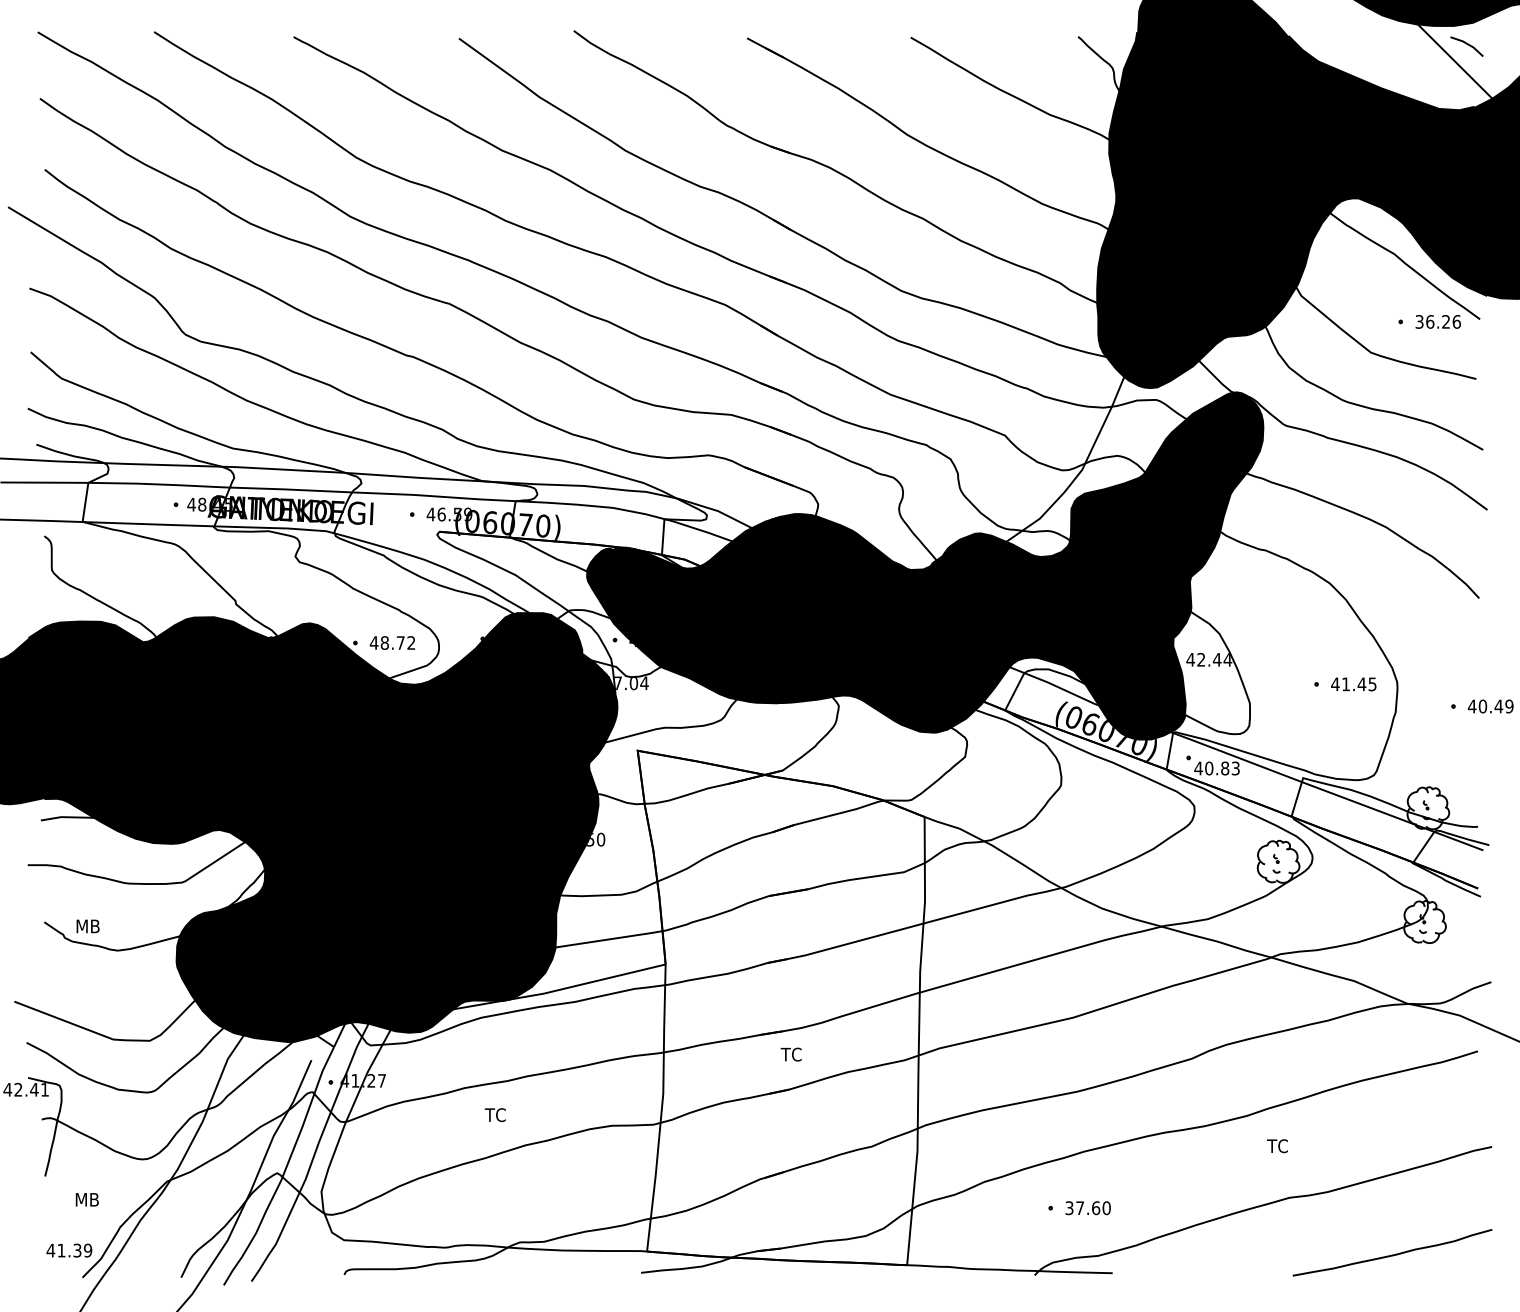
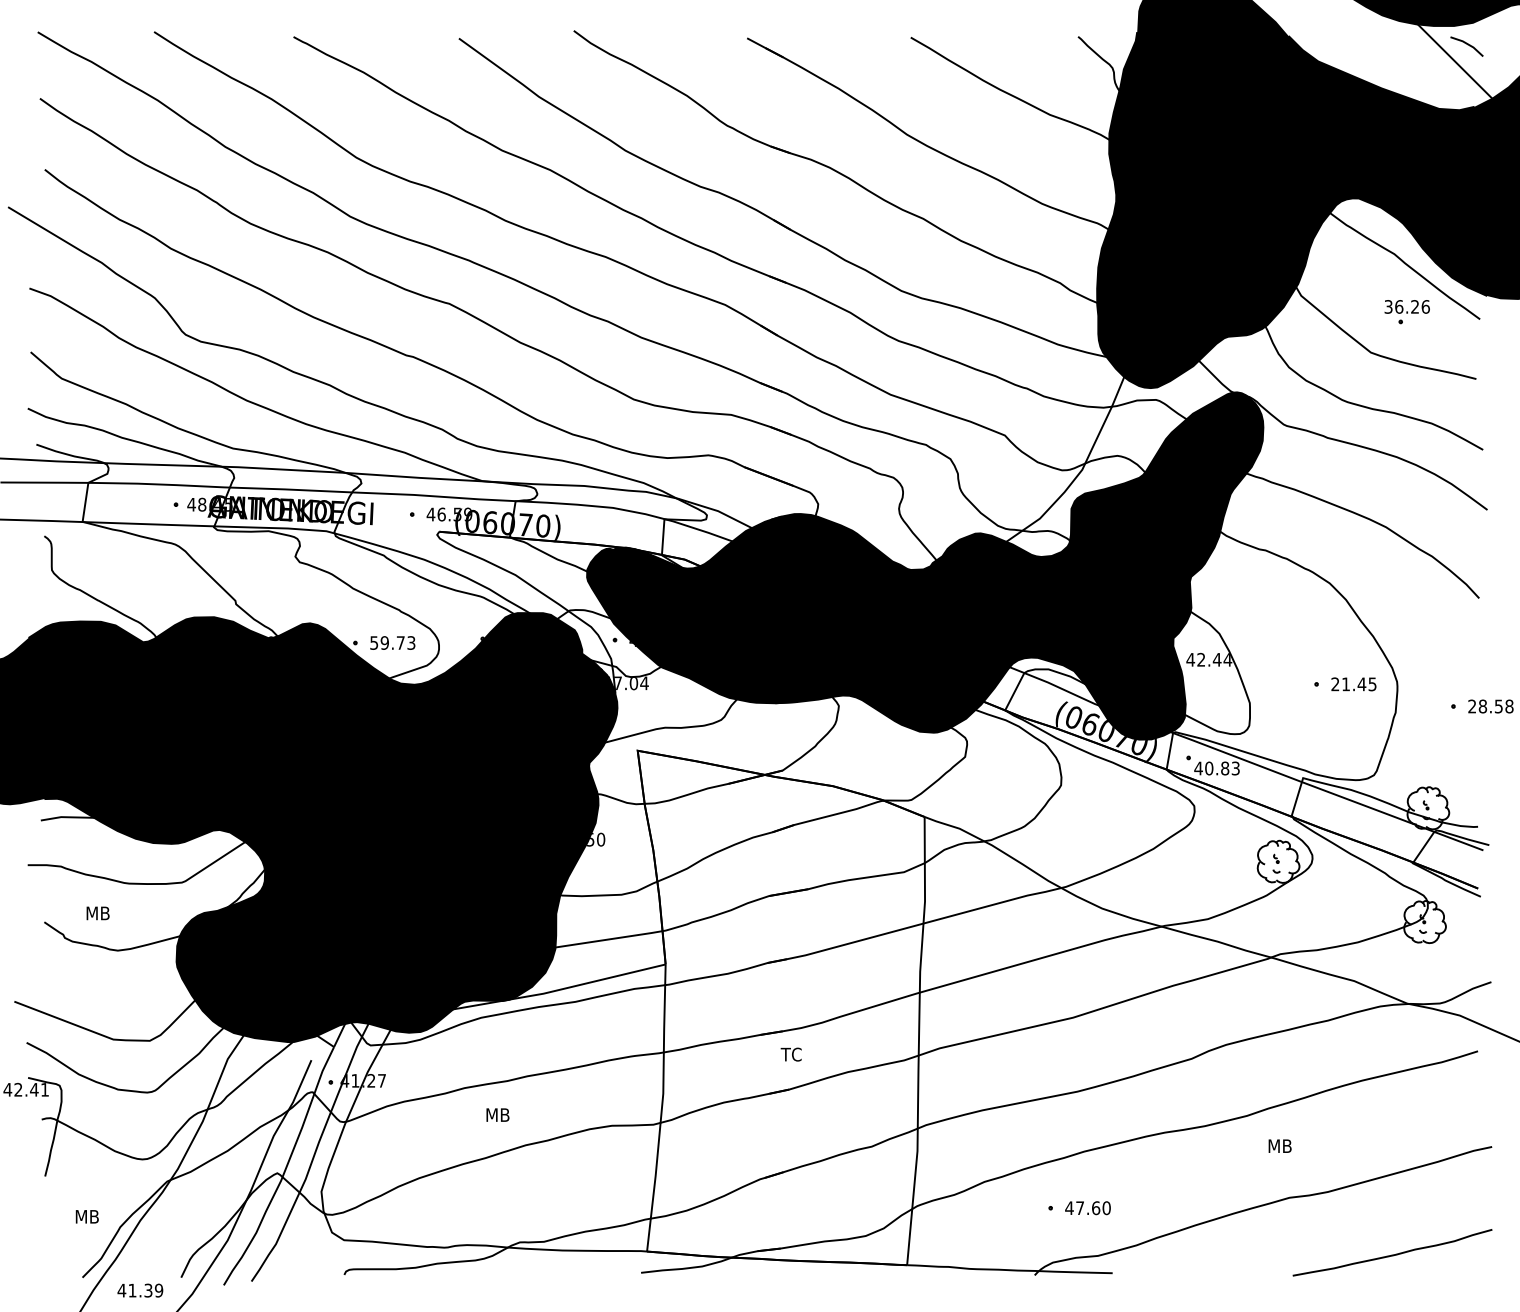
text at (1437, 321) position: (1437, 321) -> (1406, 306)
text at (392, 642): 48.72 -> 59.73
text at (1335, 684): 41.45 -> 21.45
text at (1490, 706): 40.49 -> 28.58
text at (87, 926) position: (87, 926) -> (97, 913)
text at (496, 1115): TC -> MB
text at (1279, 1146): TC -> MB
text at (86, 1199) position: (86, 1199) -> (86, 1216)
text at (1069, 1208): 37.60 -> 47.60
text at (69, 1250) position: (69, 1250) -> (140, 1290)
